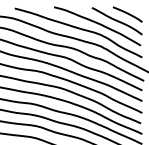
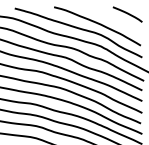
curve at (116, 21): present -> none
